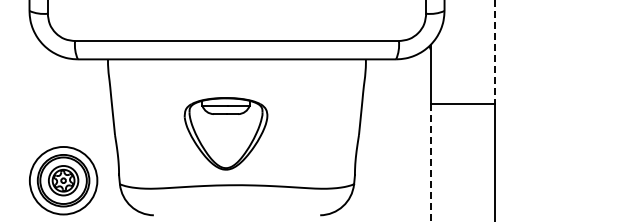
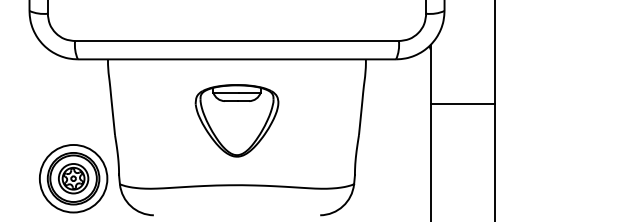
line at (495, 52): dashed -> solid
part at (225, 133) position: (225, 133) -> (236, 120)
line at (430, 163): dashed -> solid
part at (63, 180) position: (63, 180) -> (73, 178)
